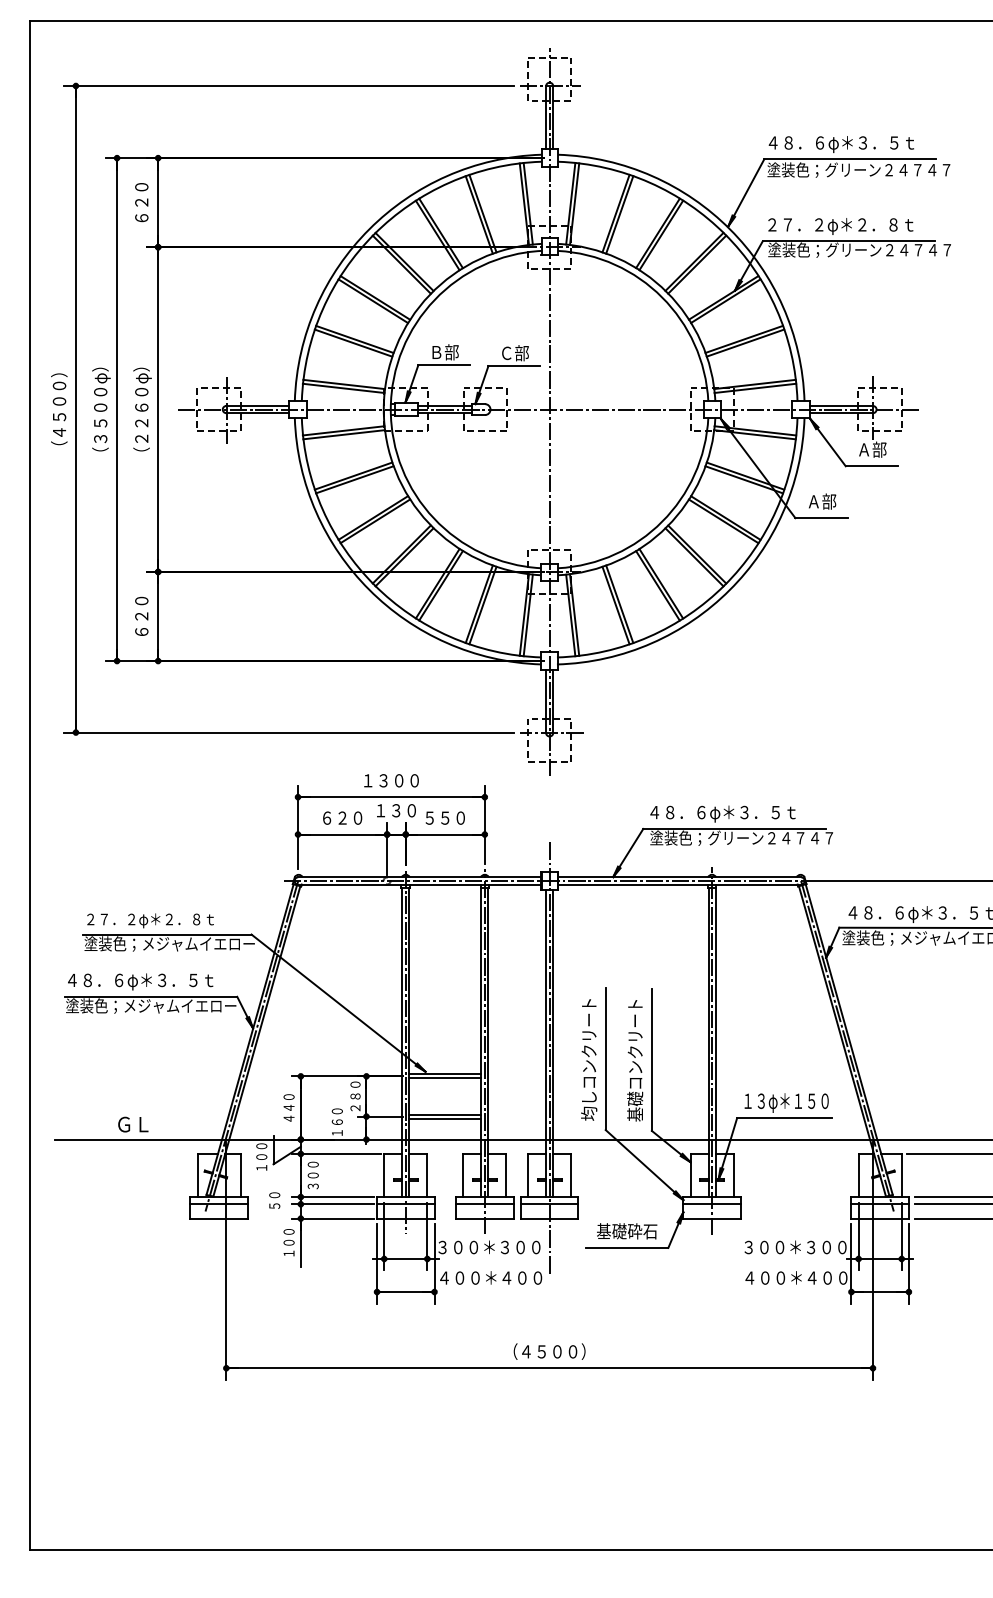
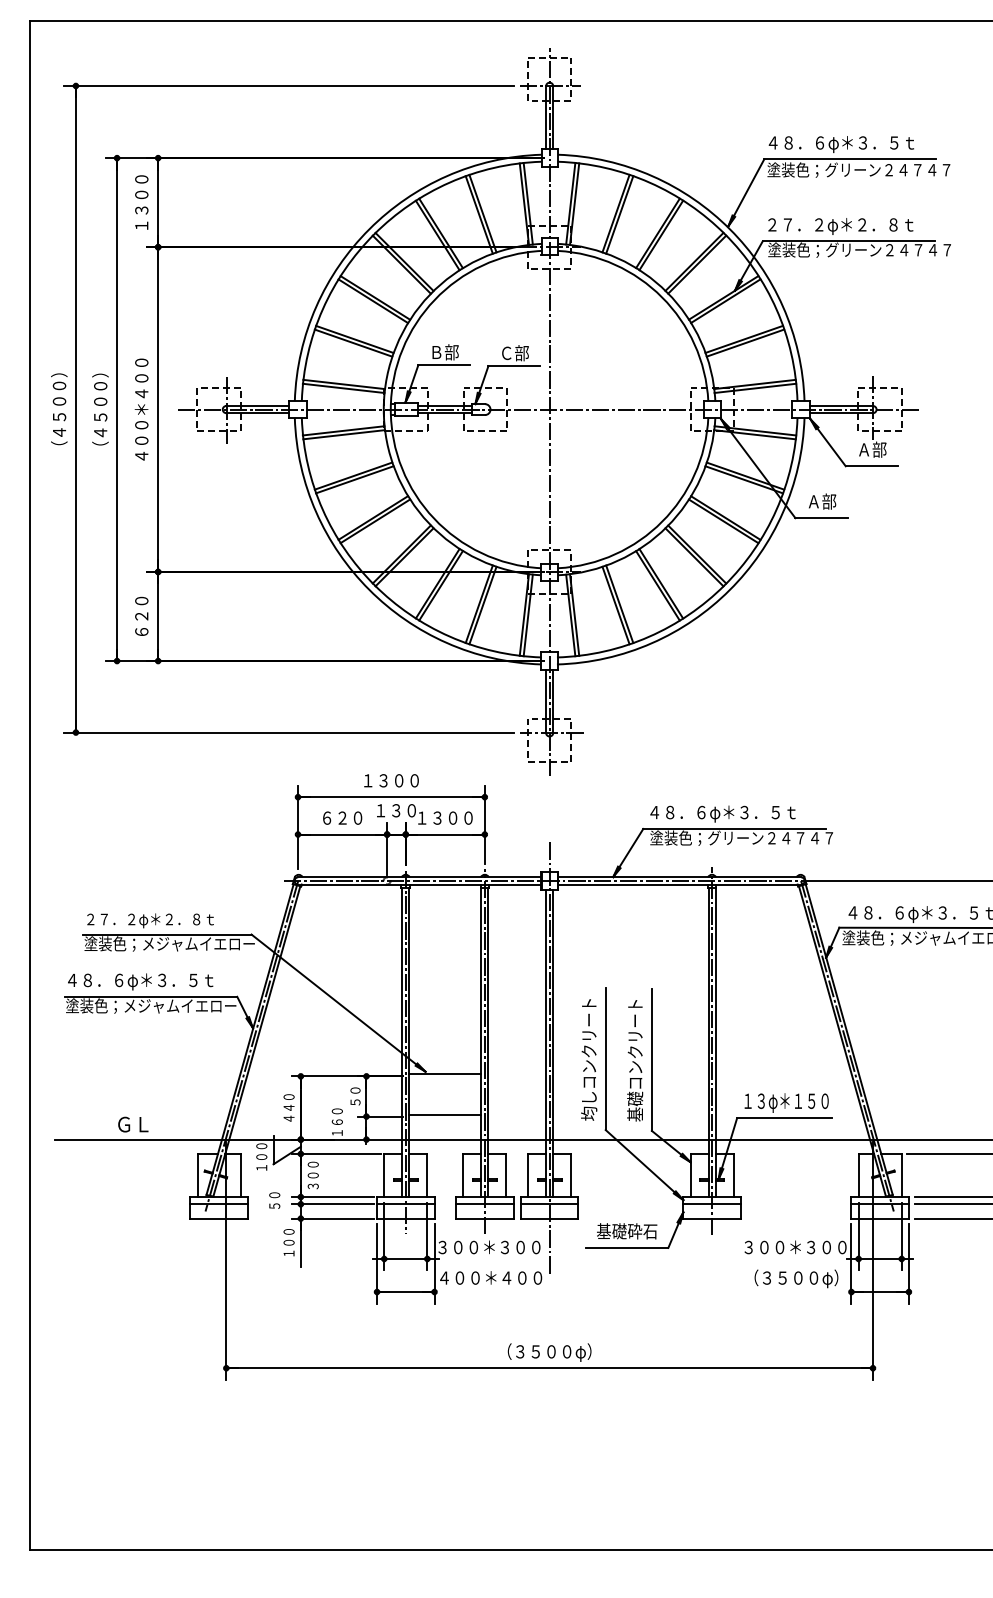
text at (141, 202): ６２０ -> １３００
text at (101, 409): （３５００φ） -> （４５００）
text at (142, 409): （２２６０φ） -> ４００＊４００
text at (445, 817): ５５０ -> １３００
line at (445, 1078): present -> none
text at (355, 1096): ２８０ -> ５０
line at (445, 1118): present -> none
text at (796, 1278): ４００＊４００ -> （３５００φ）
text at (549, 1352): （４５００） -> （３５００φ）
